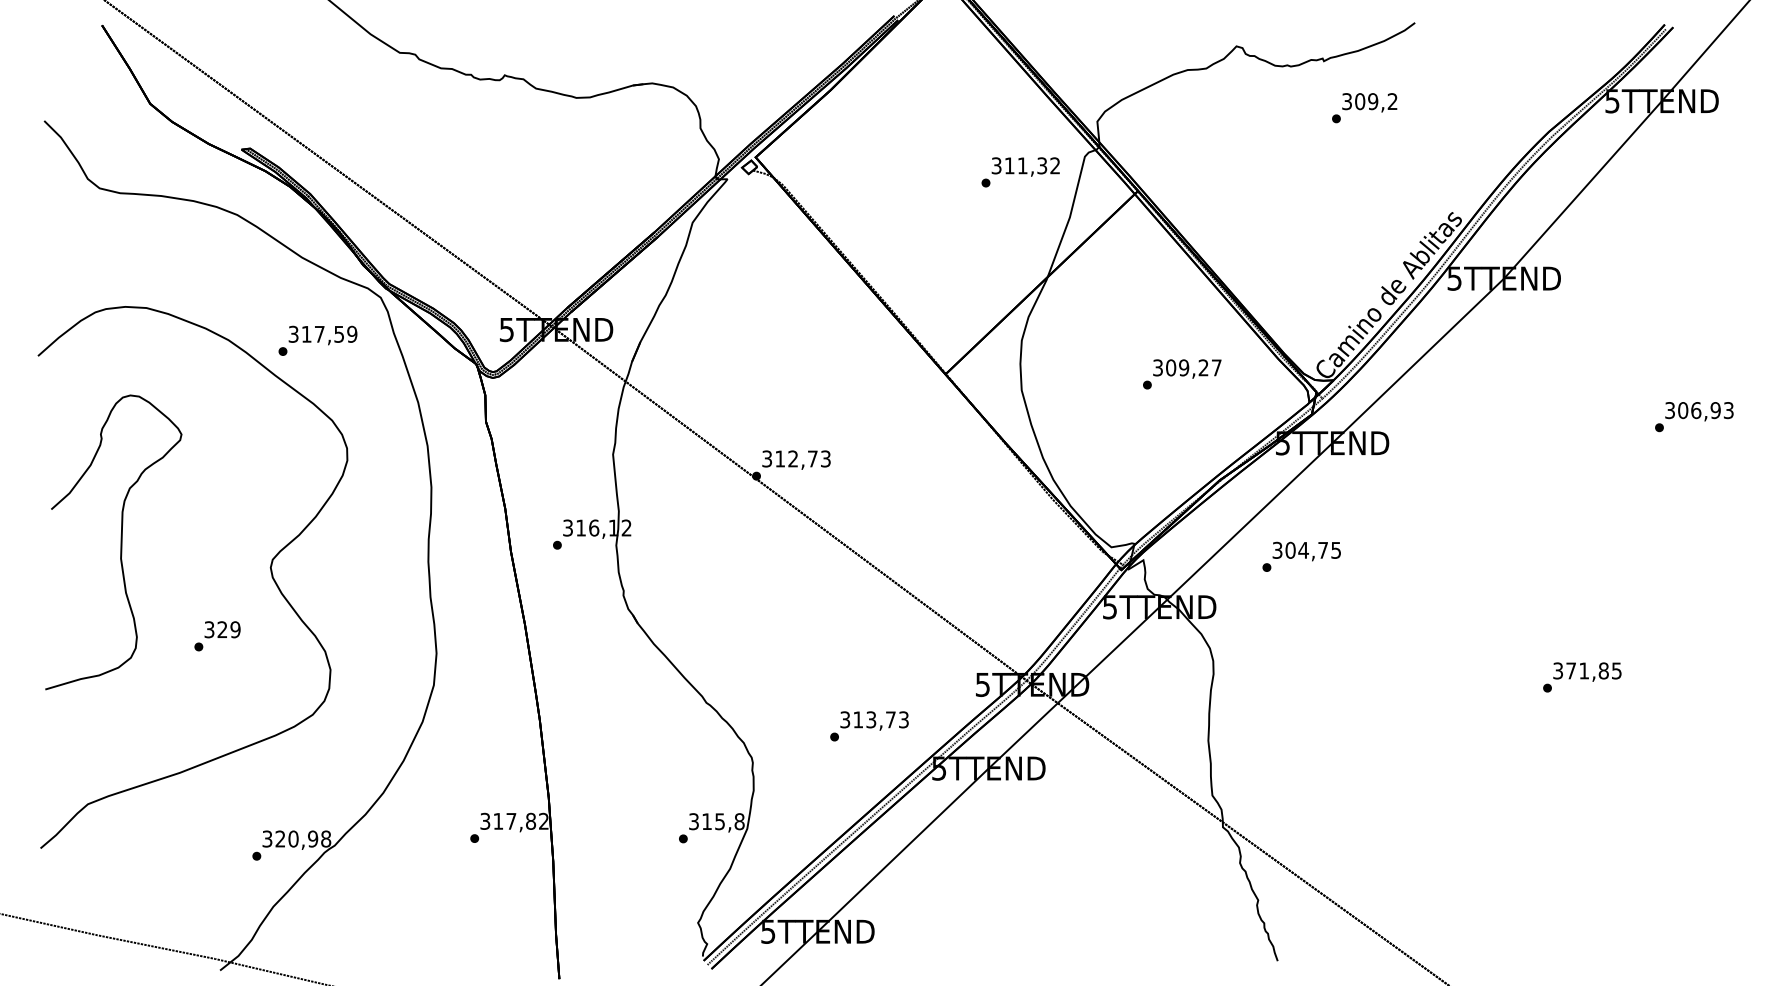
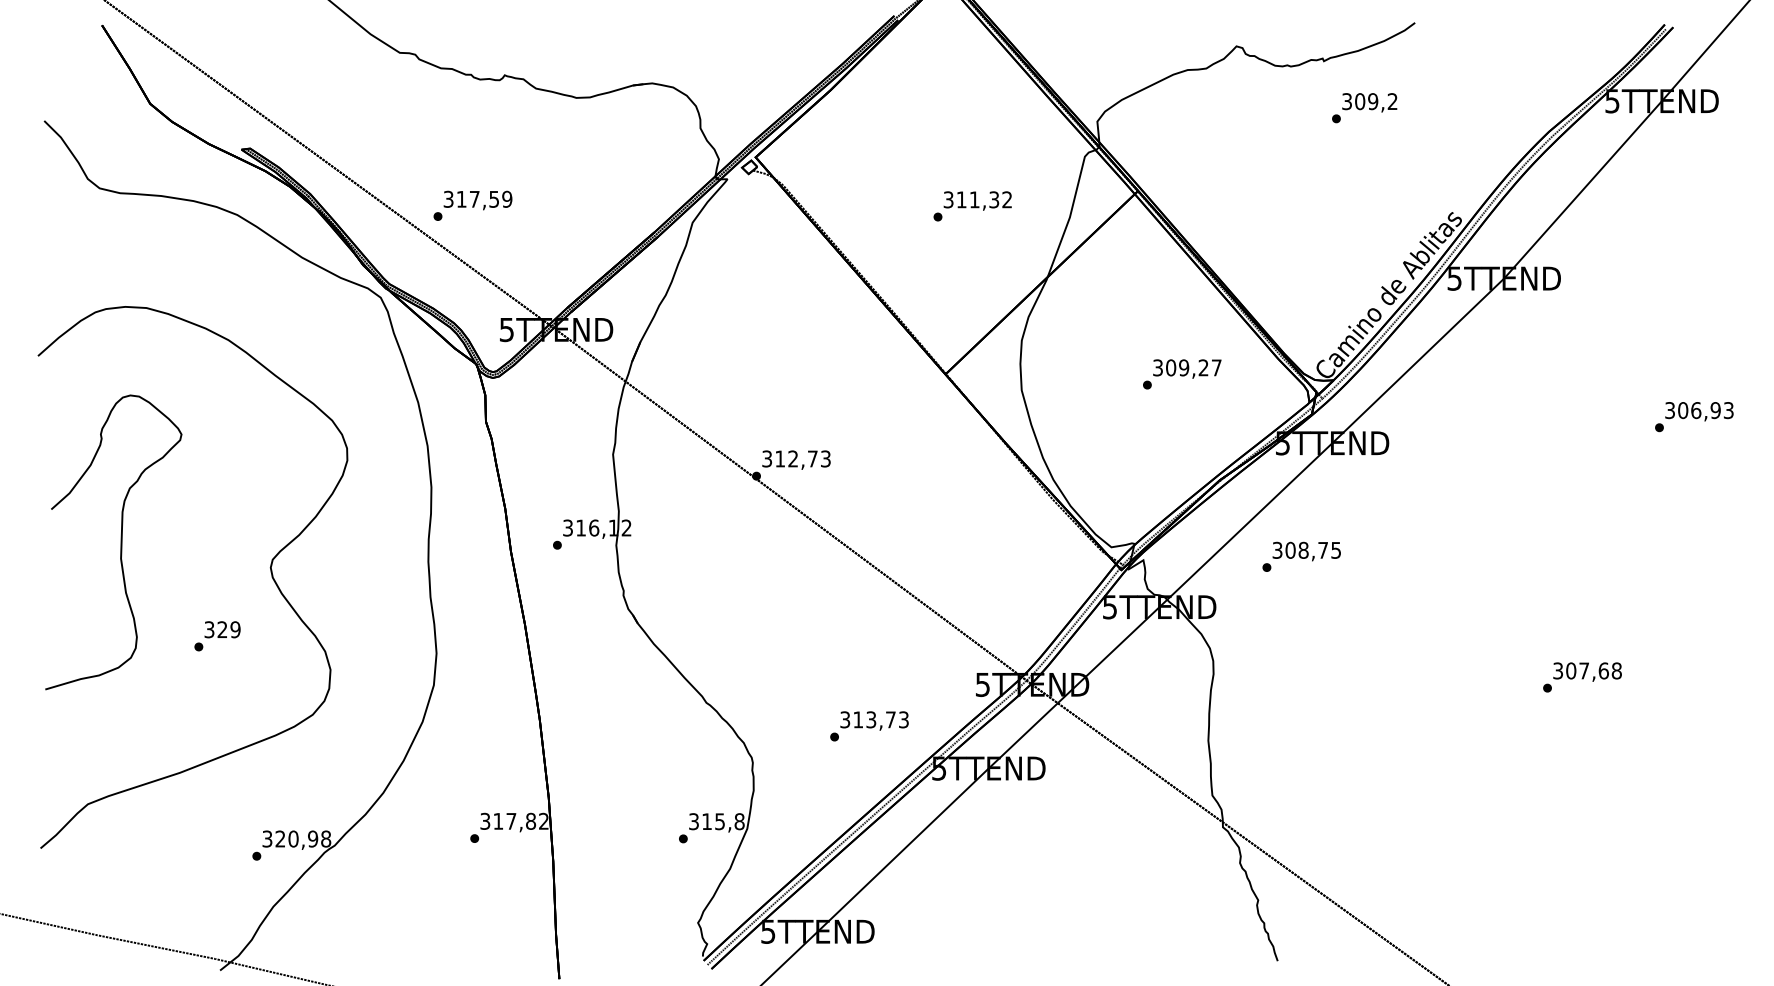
text at (1020, 172) position: (1020, 172) -> (972, 206)
text at (317, 340) position: (317, 340) -> (472, 205)
text at (1303, 549): 304,75 -> 308,75
text at (1593, 670): 371,85 -> 307,68
